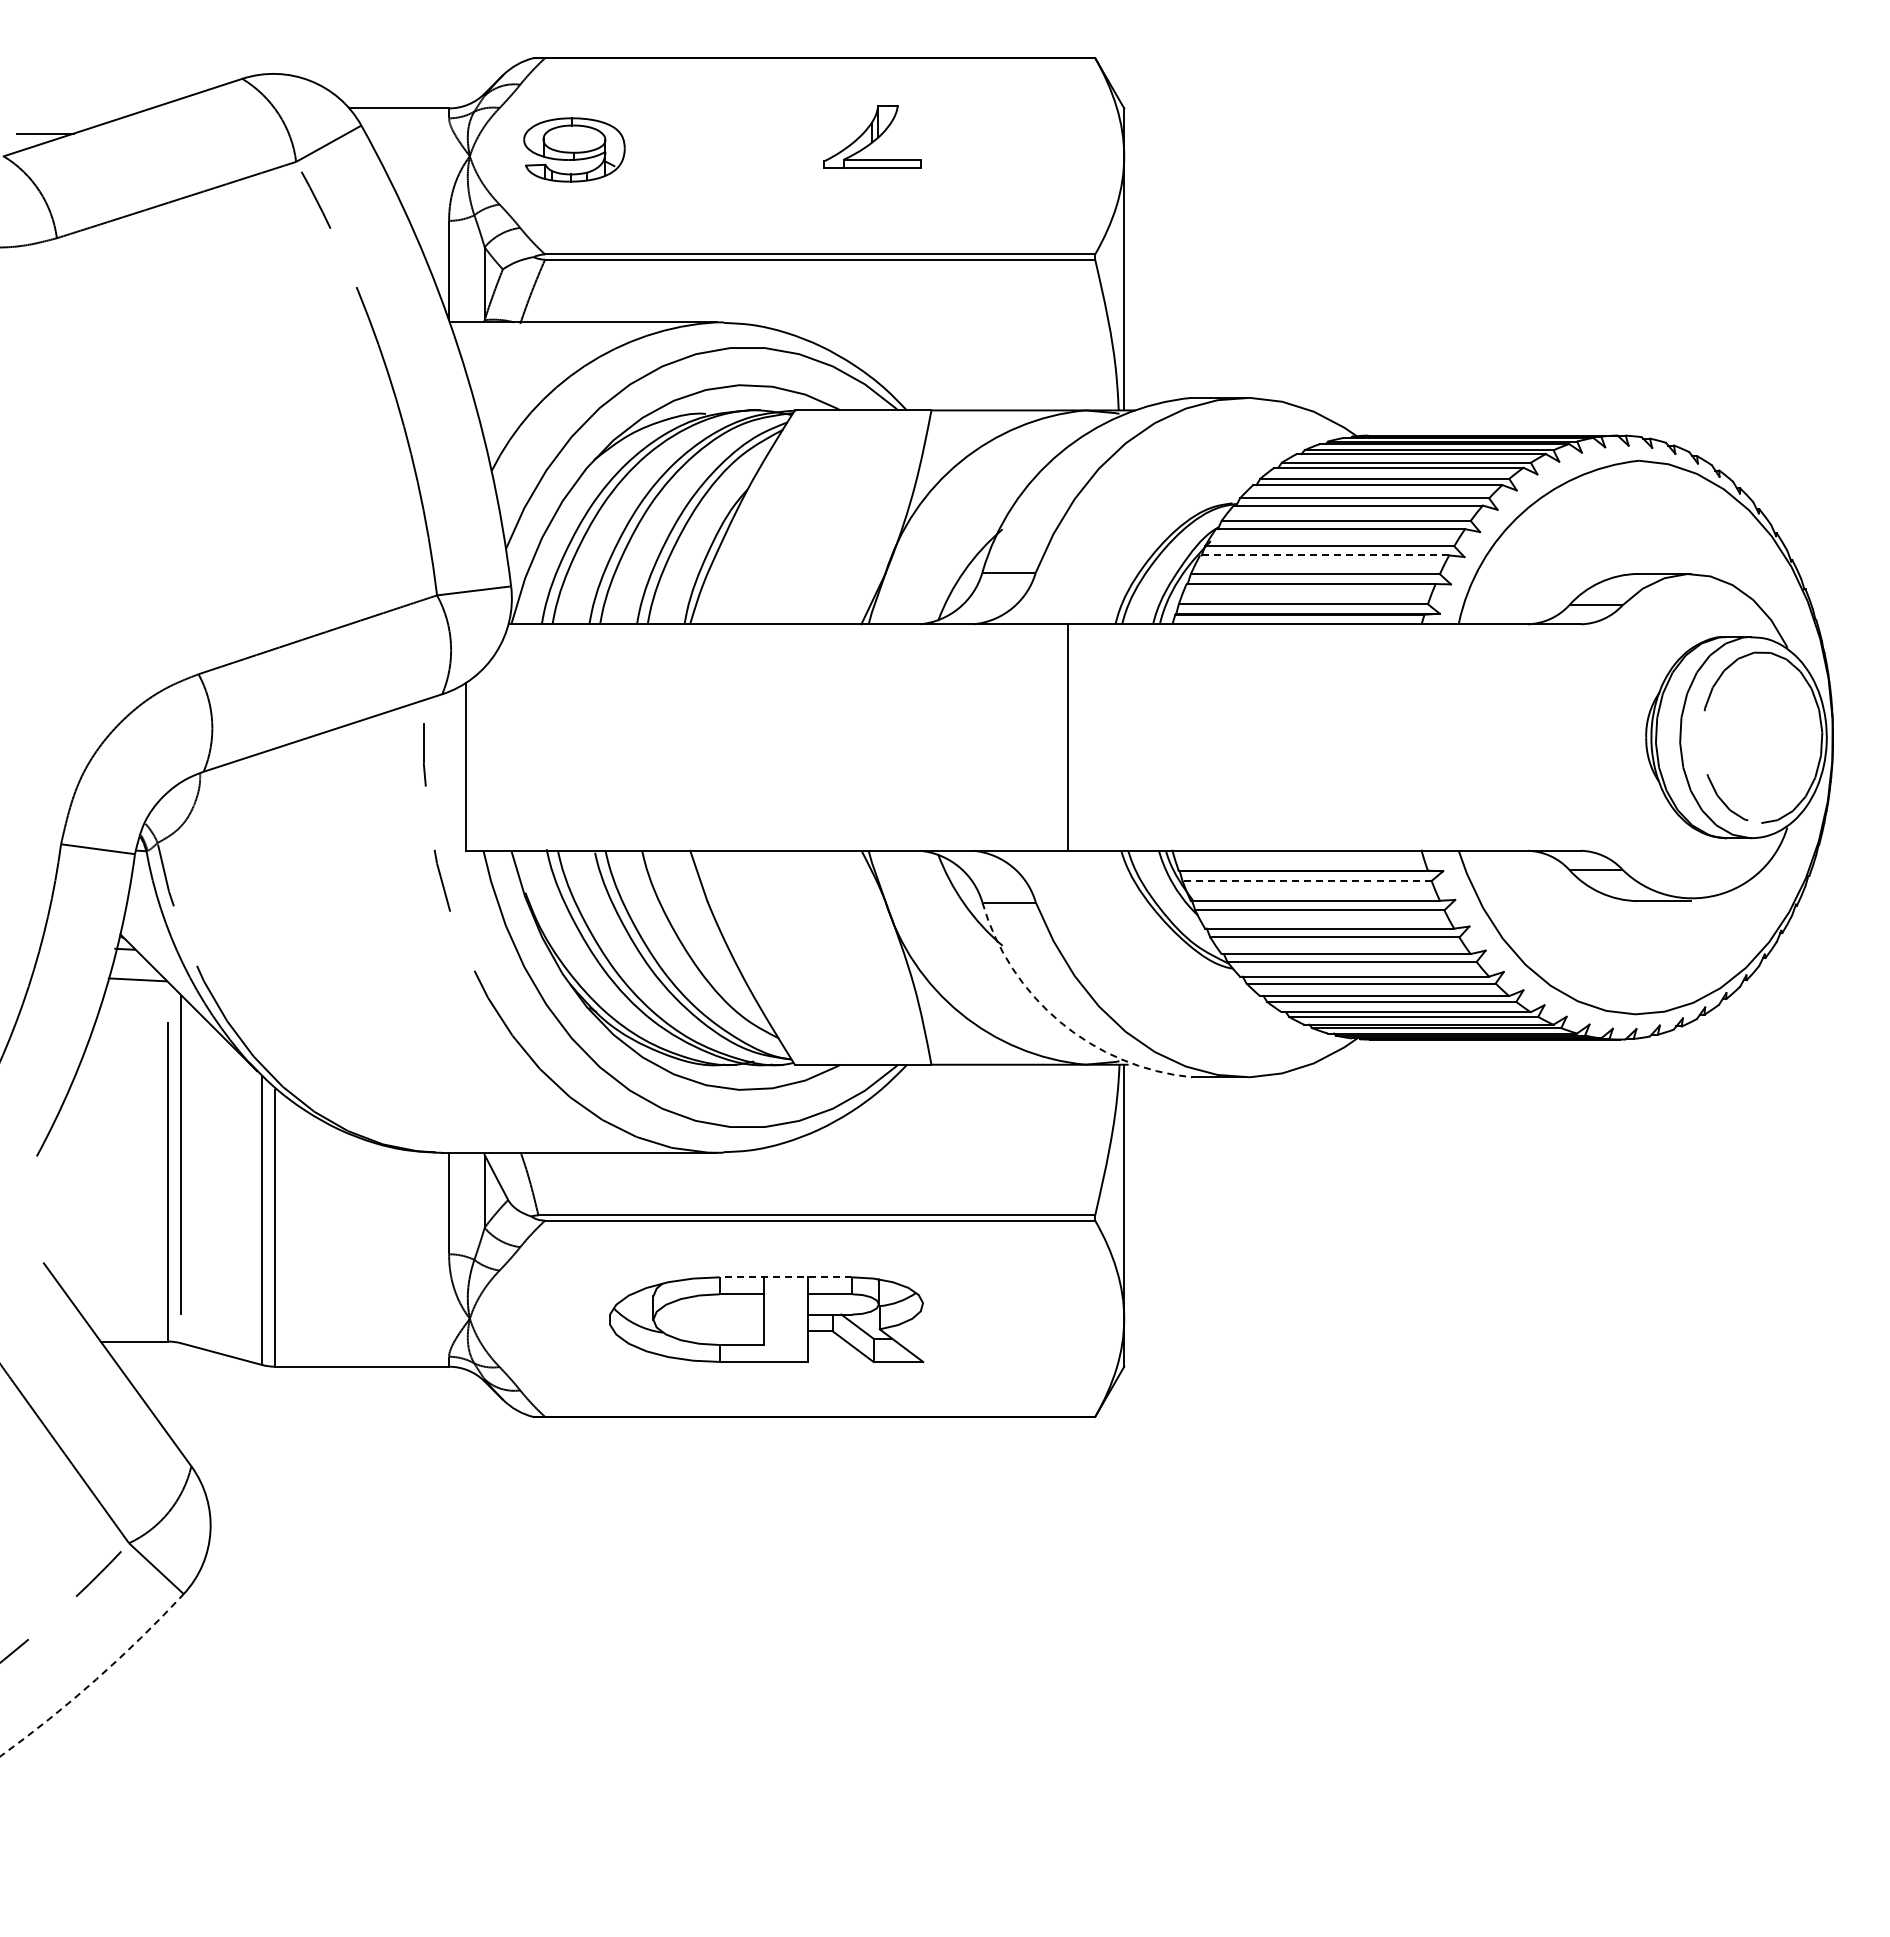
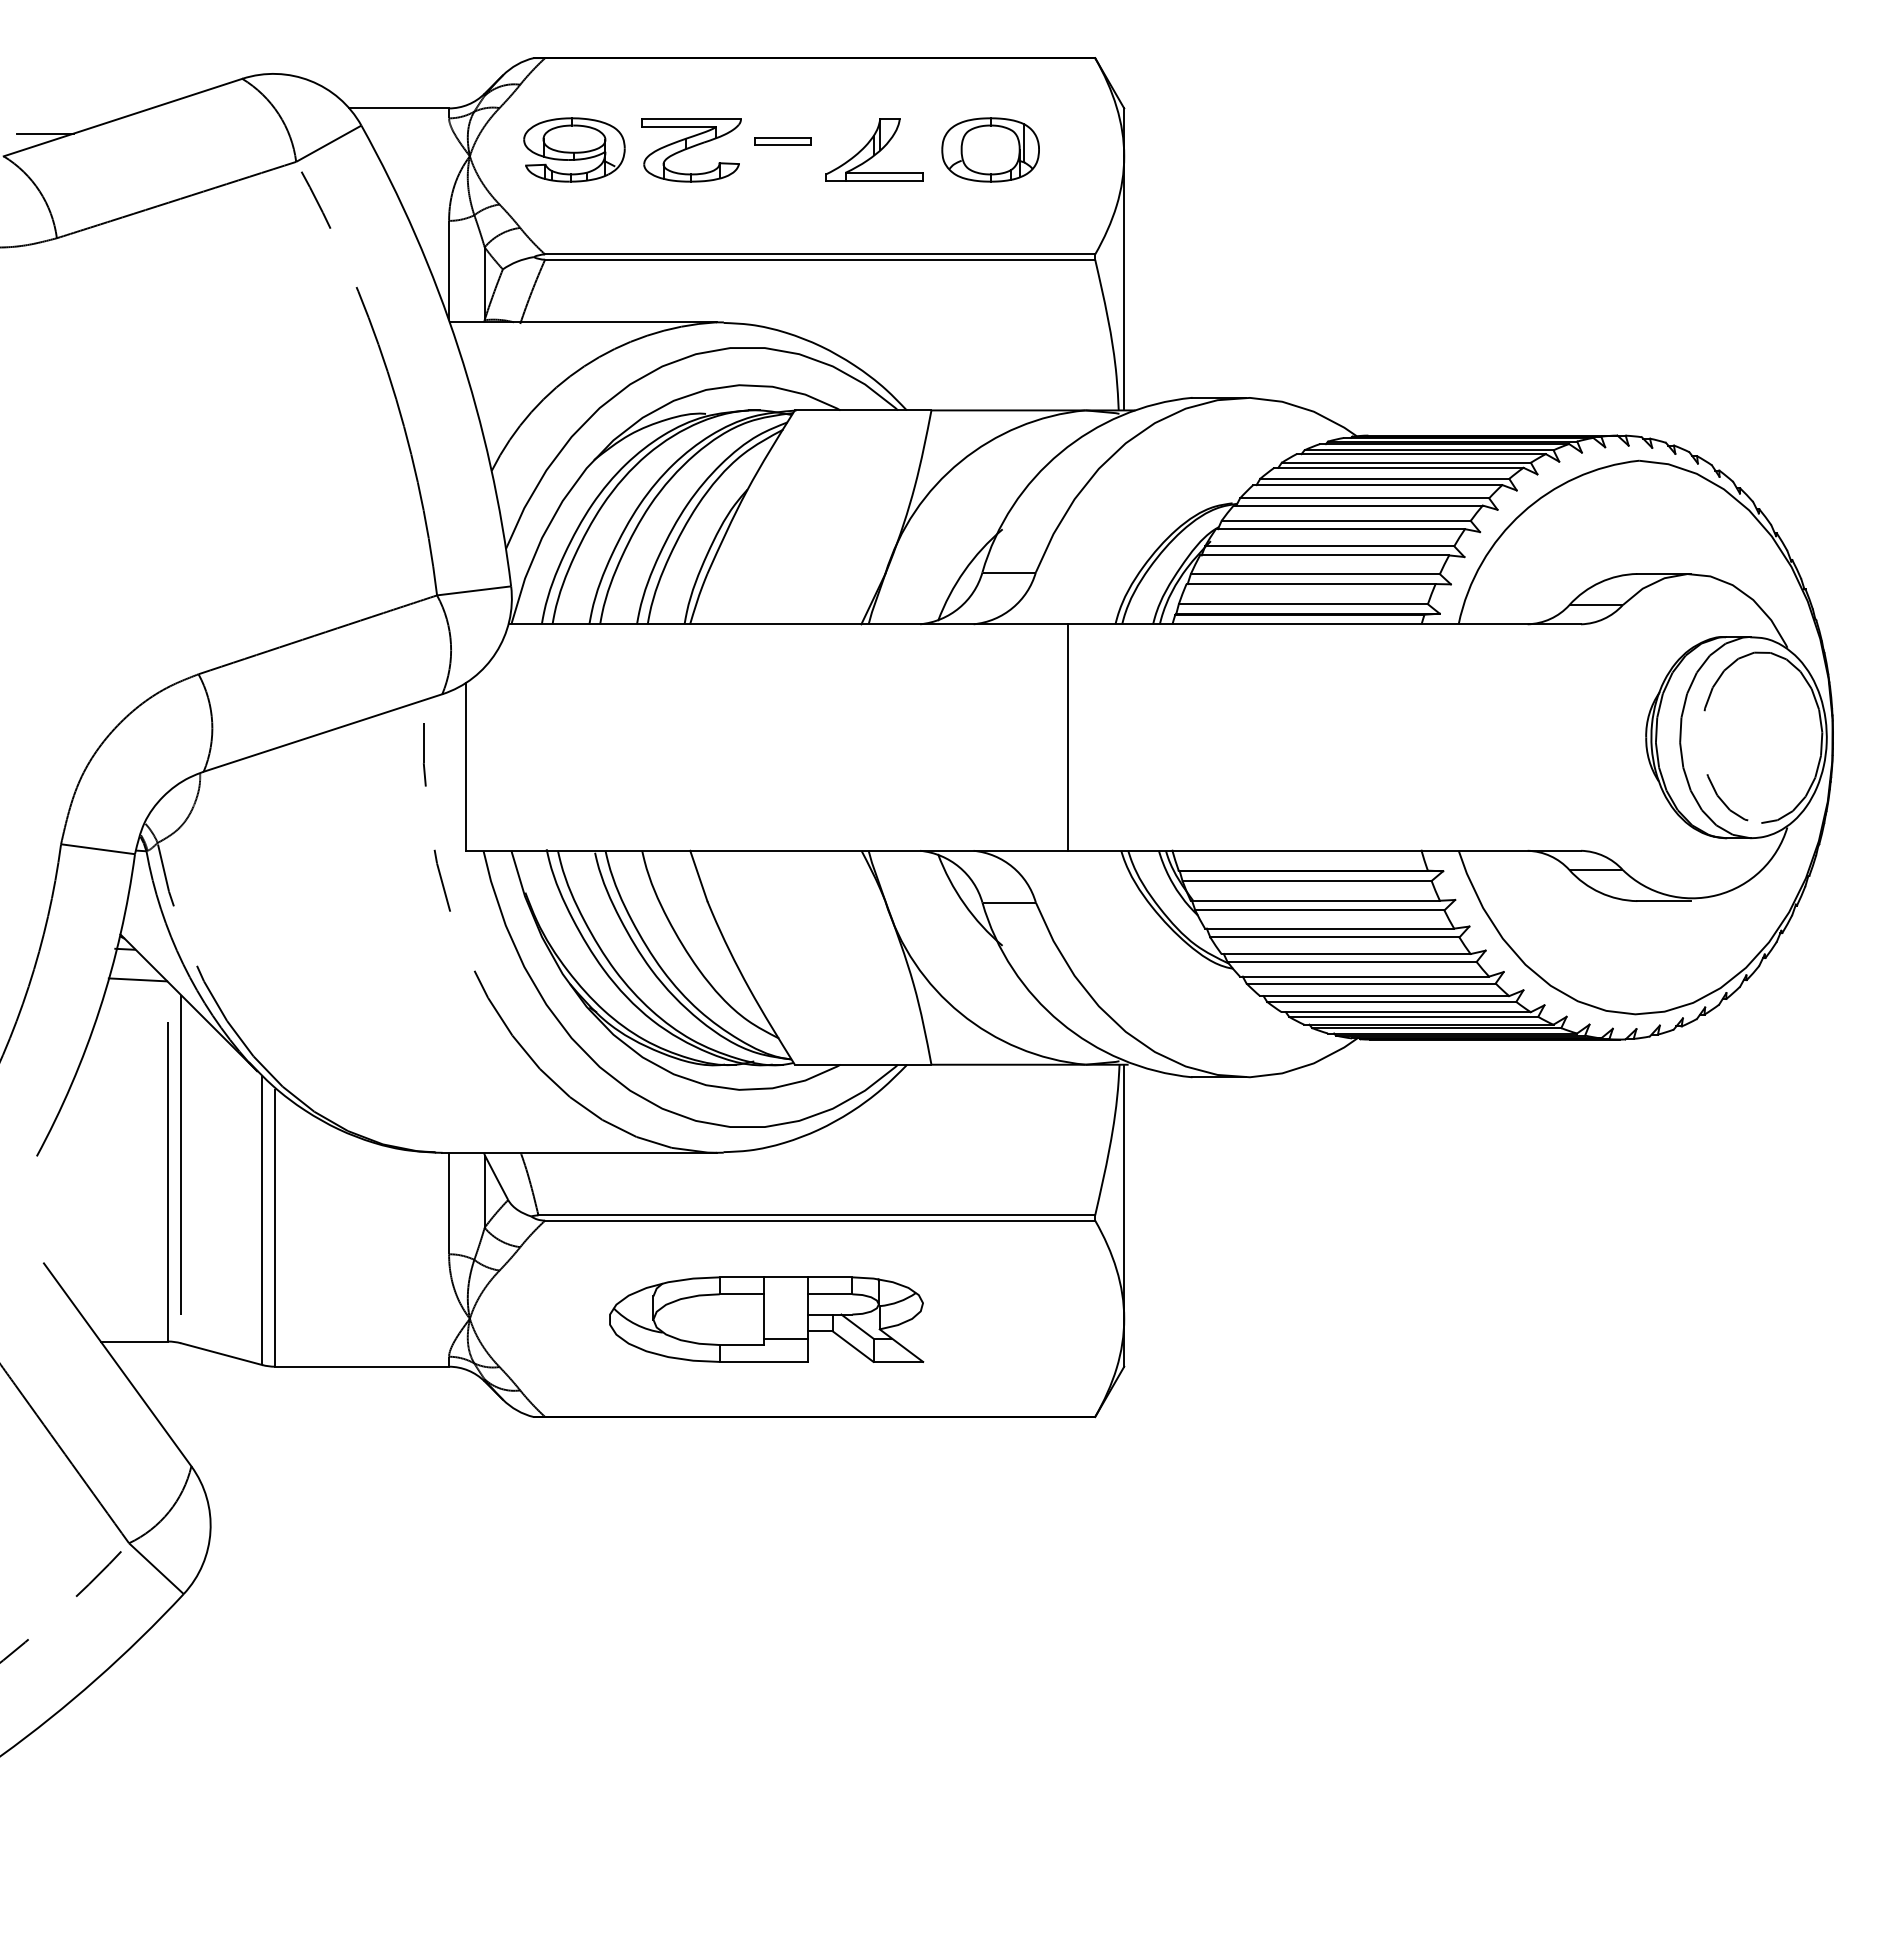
part at (872, 136) position: (872, 136) -> (874, 149)
part at (782, 141): none -> present
part at (990, 149): none -> present
part at (691, 150): none -> present
line at (1324, 555): dashed -> solid
line at (1307, 880): dashed -> solid
arc at (1060, 1022): dashed -> solid
line at (785, 1277): dashed -> solid
line at (785, 1338): none -> present
arc at (96, 1679): dashed -> solid
